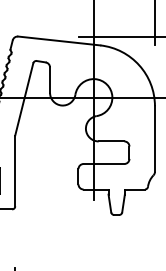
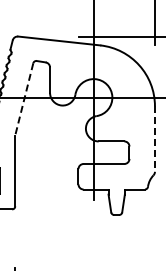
line at (24, 99): solid -> dashed
line at (154, 139): solid -> dashed
